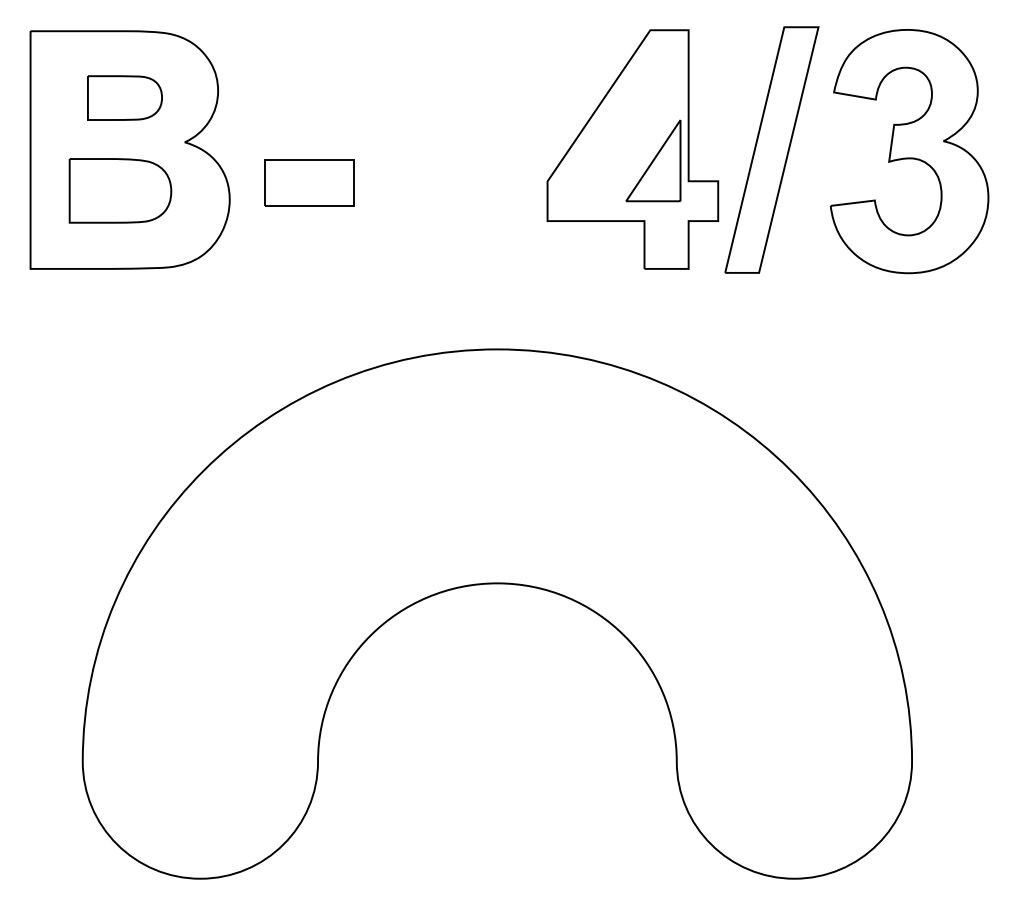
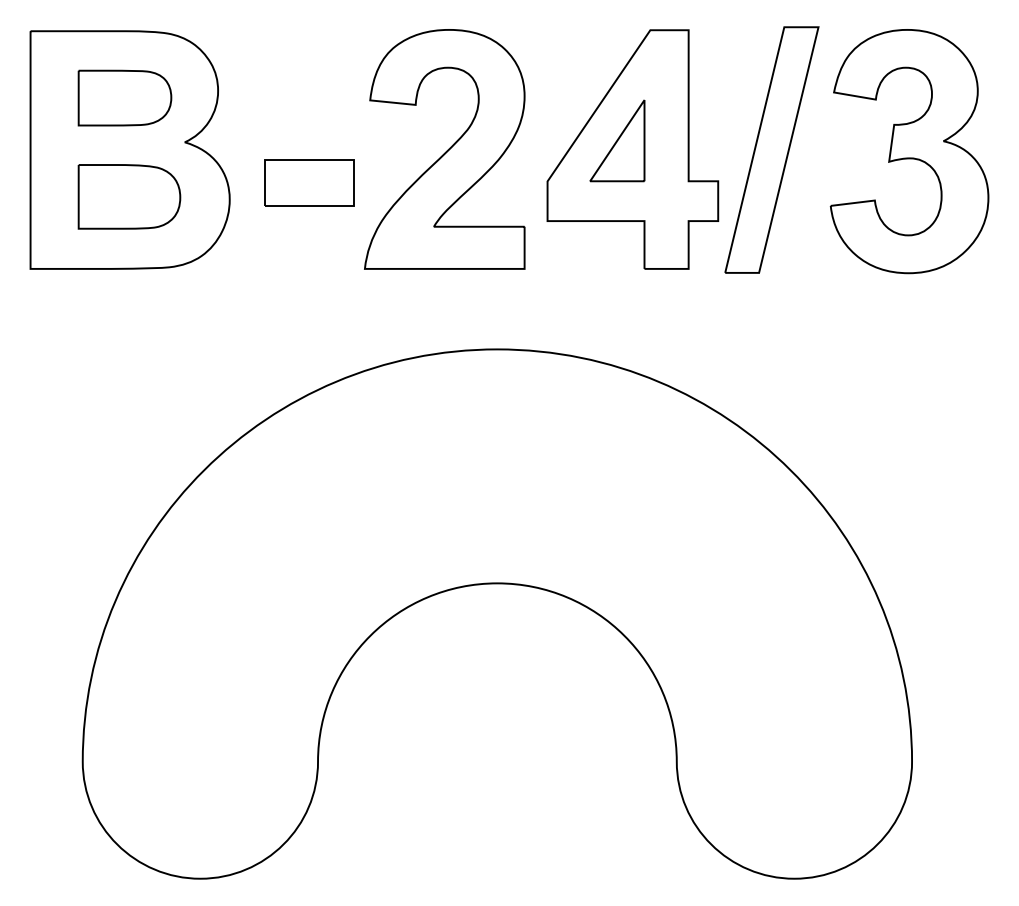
part at (124, 97) size: 76x46 px -> 96x58 px
part at (444, 149): none -> present
part at (653, 160) position: (653, 160) -> (617, 140)
part at (120, 190) position: (120, 190) -> (129, 196)
